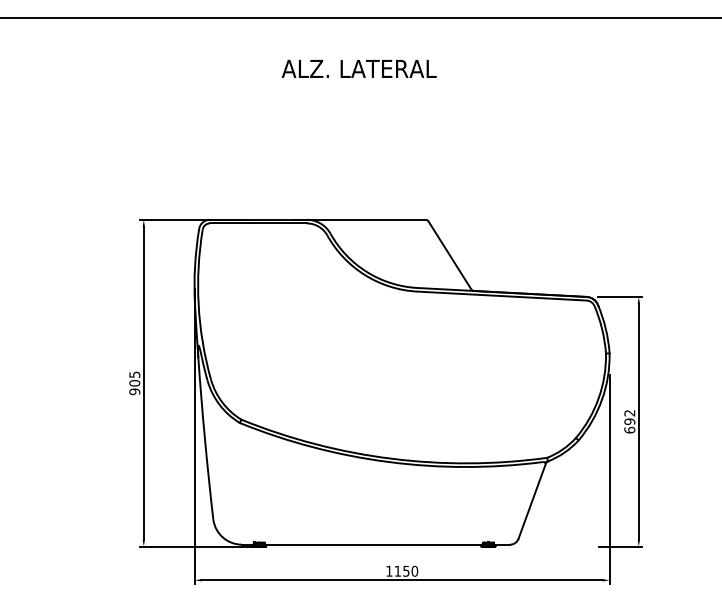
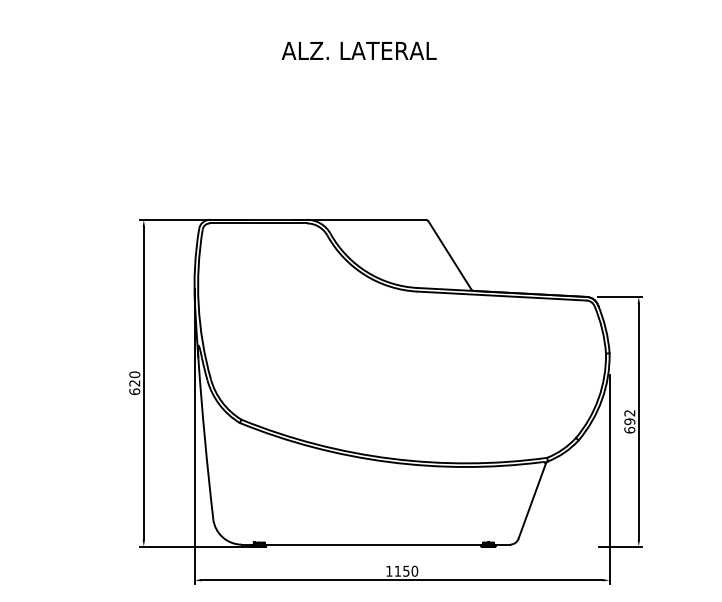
line at (360, 18): present -> none
text at (358, 68) position: (358, 68) -> (358, 50)
text at (134, 383): 905 -> 620
